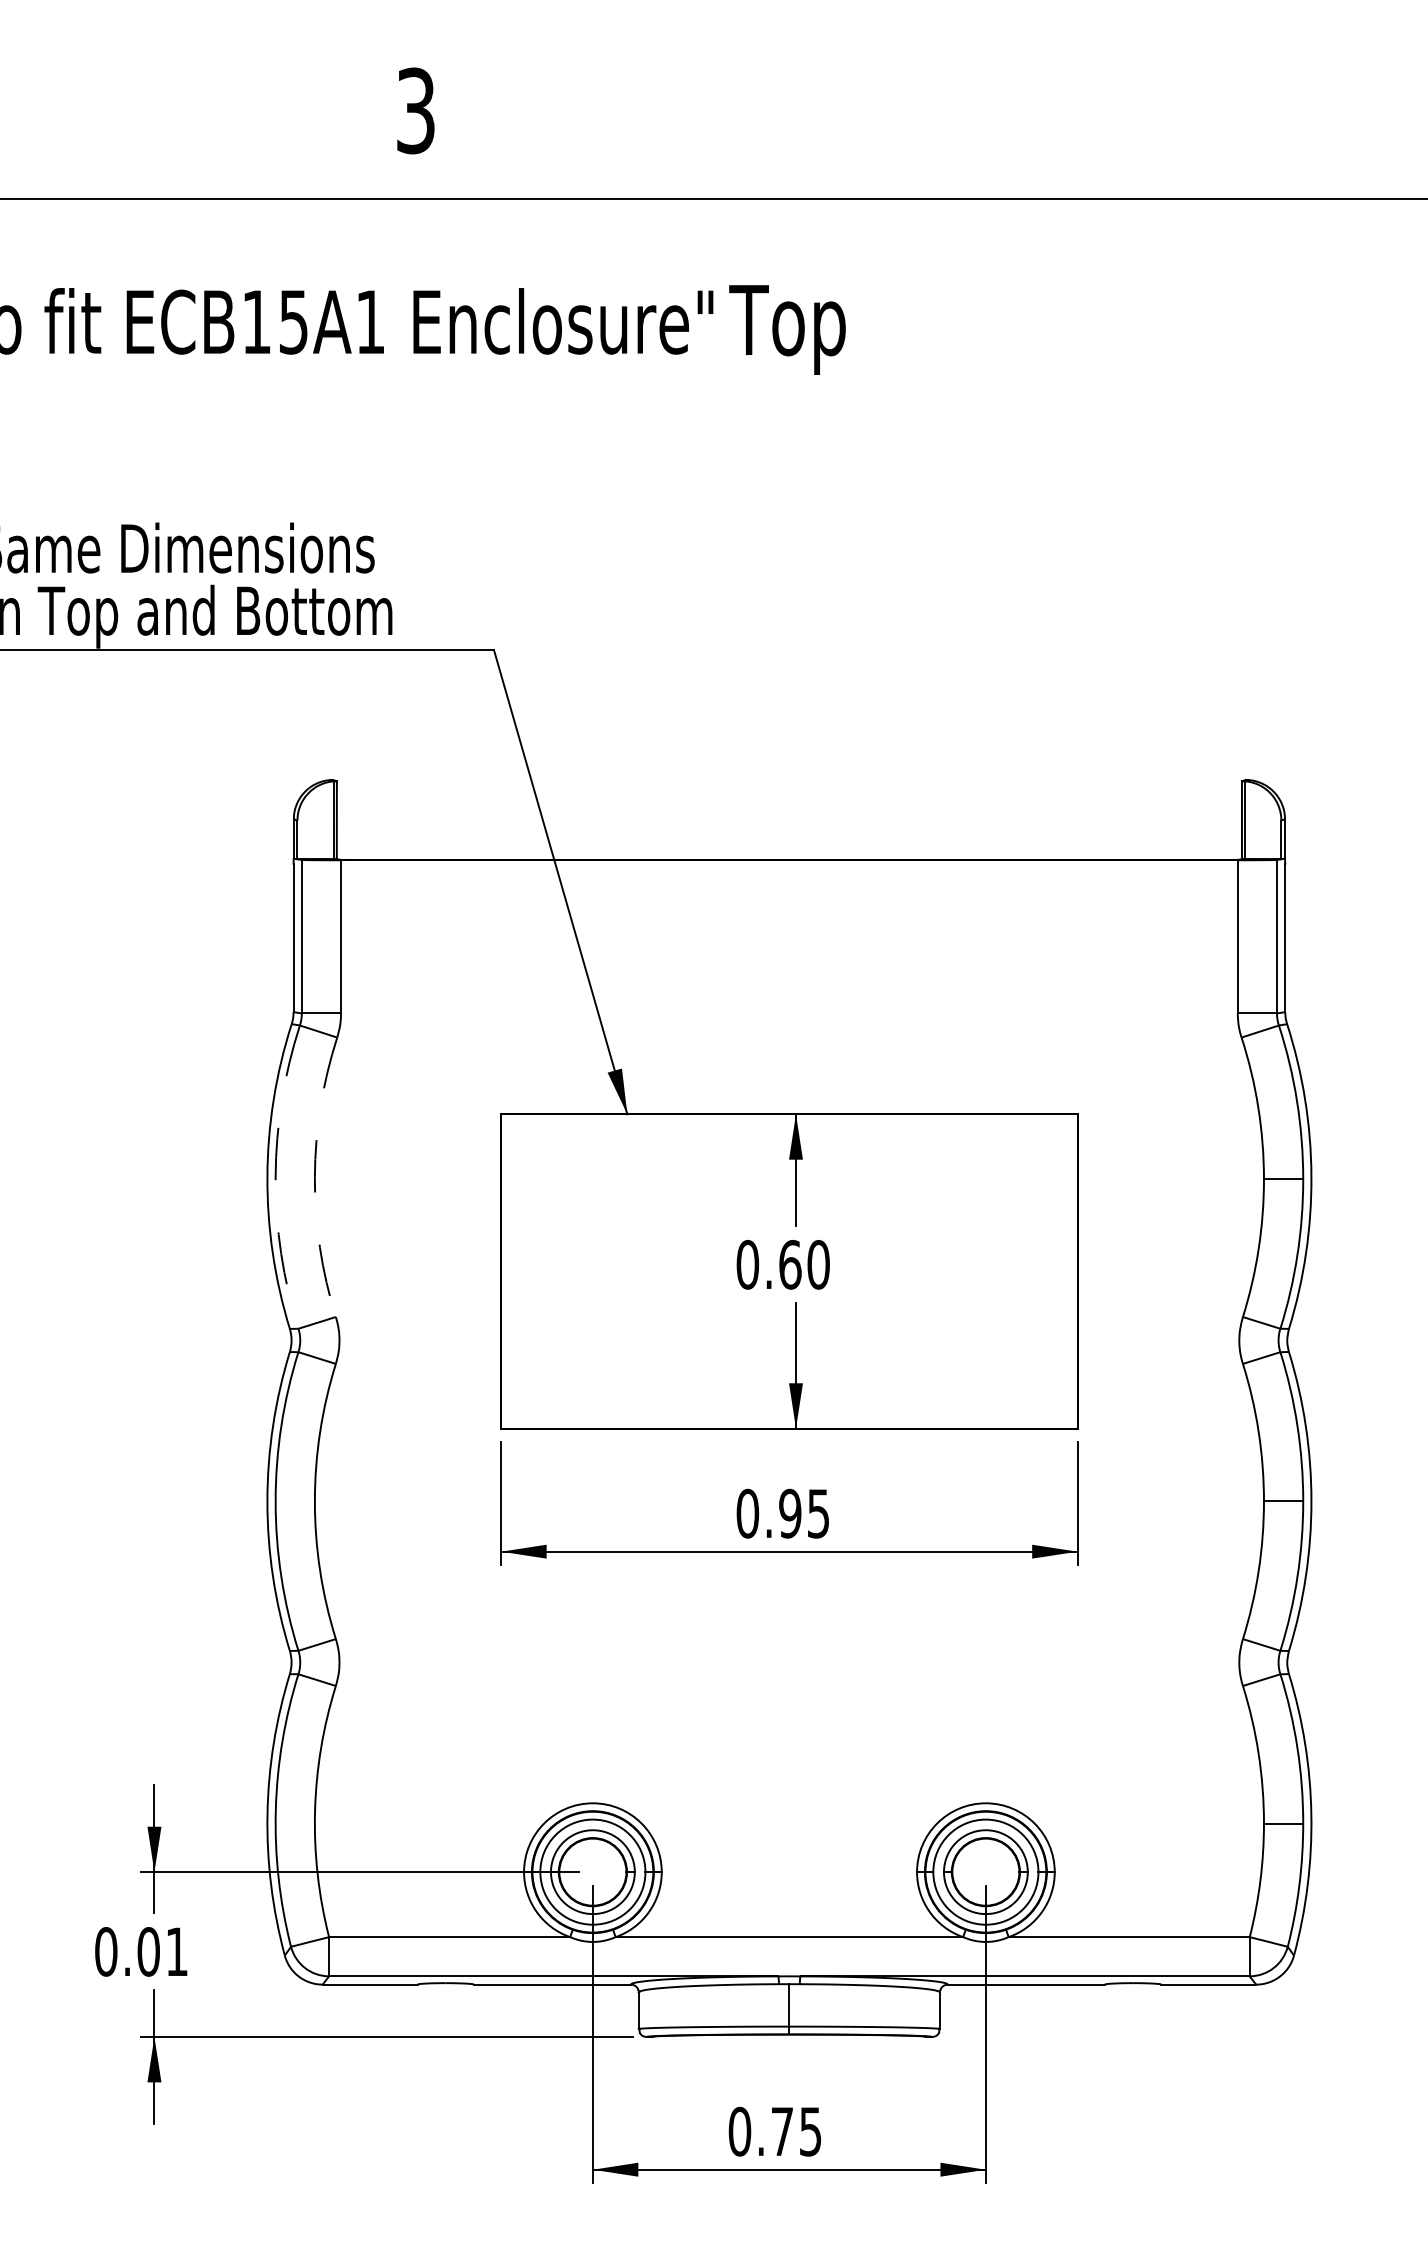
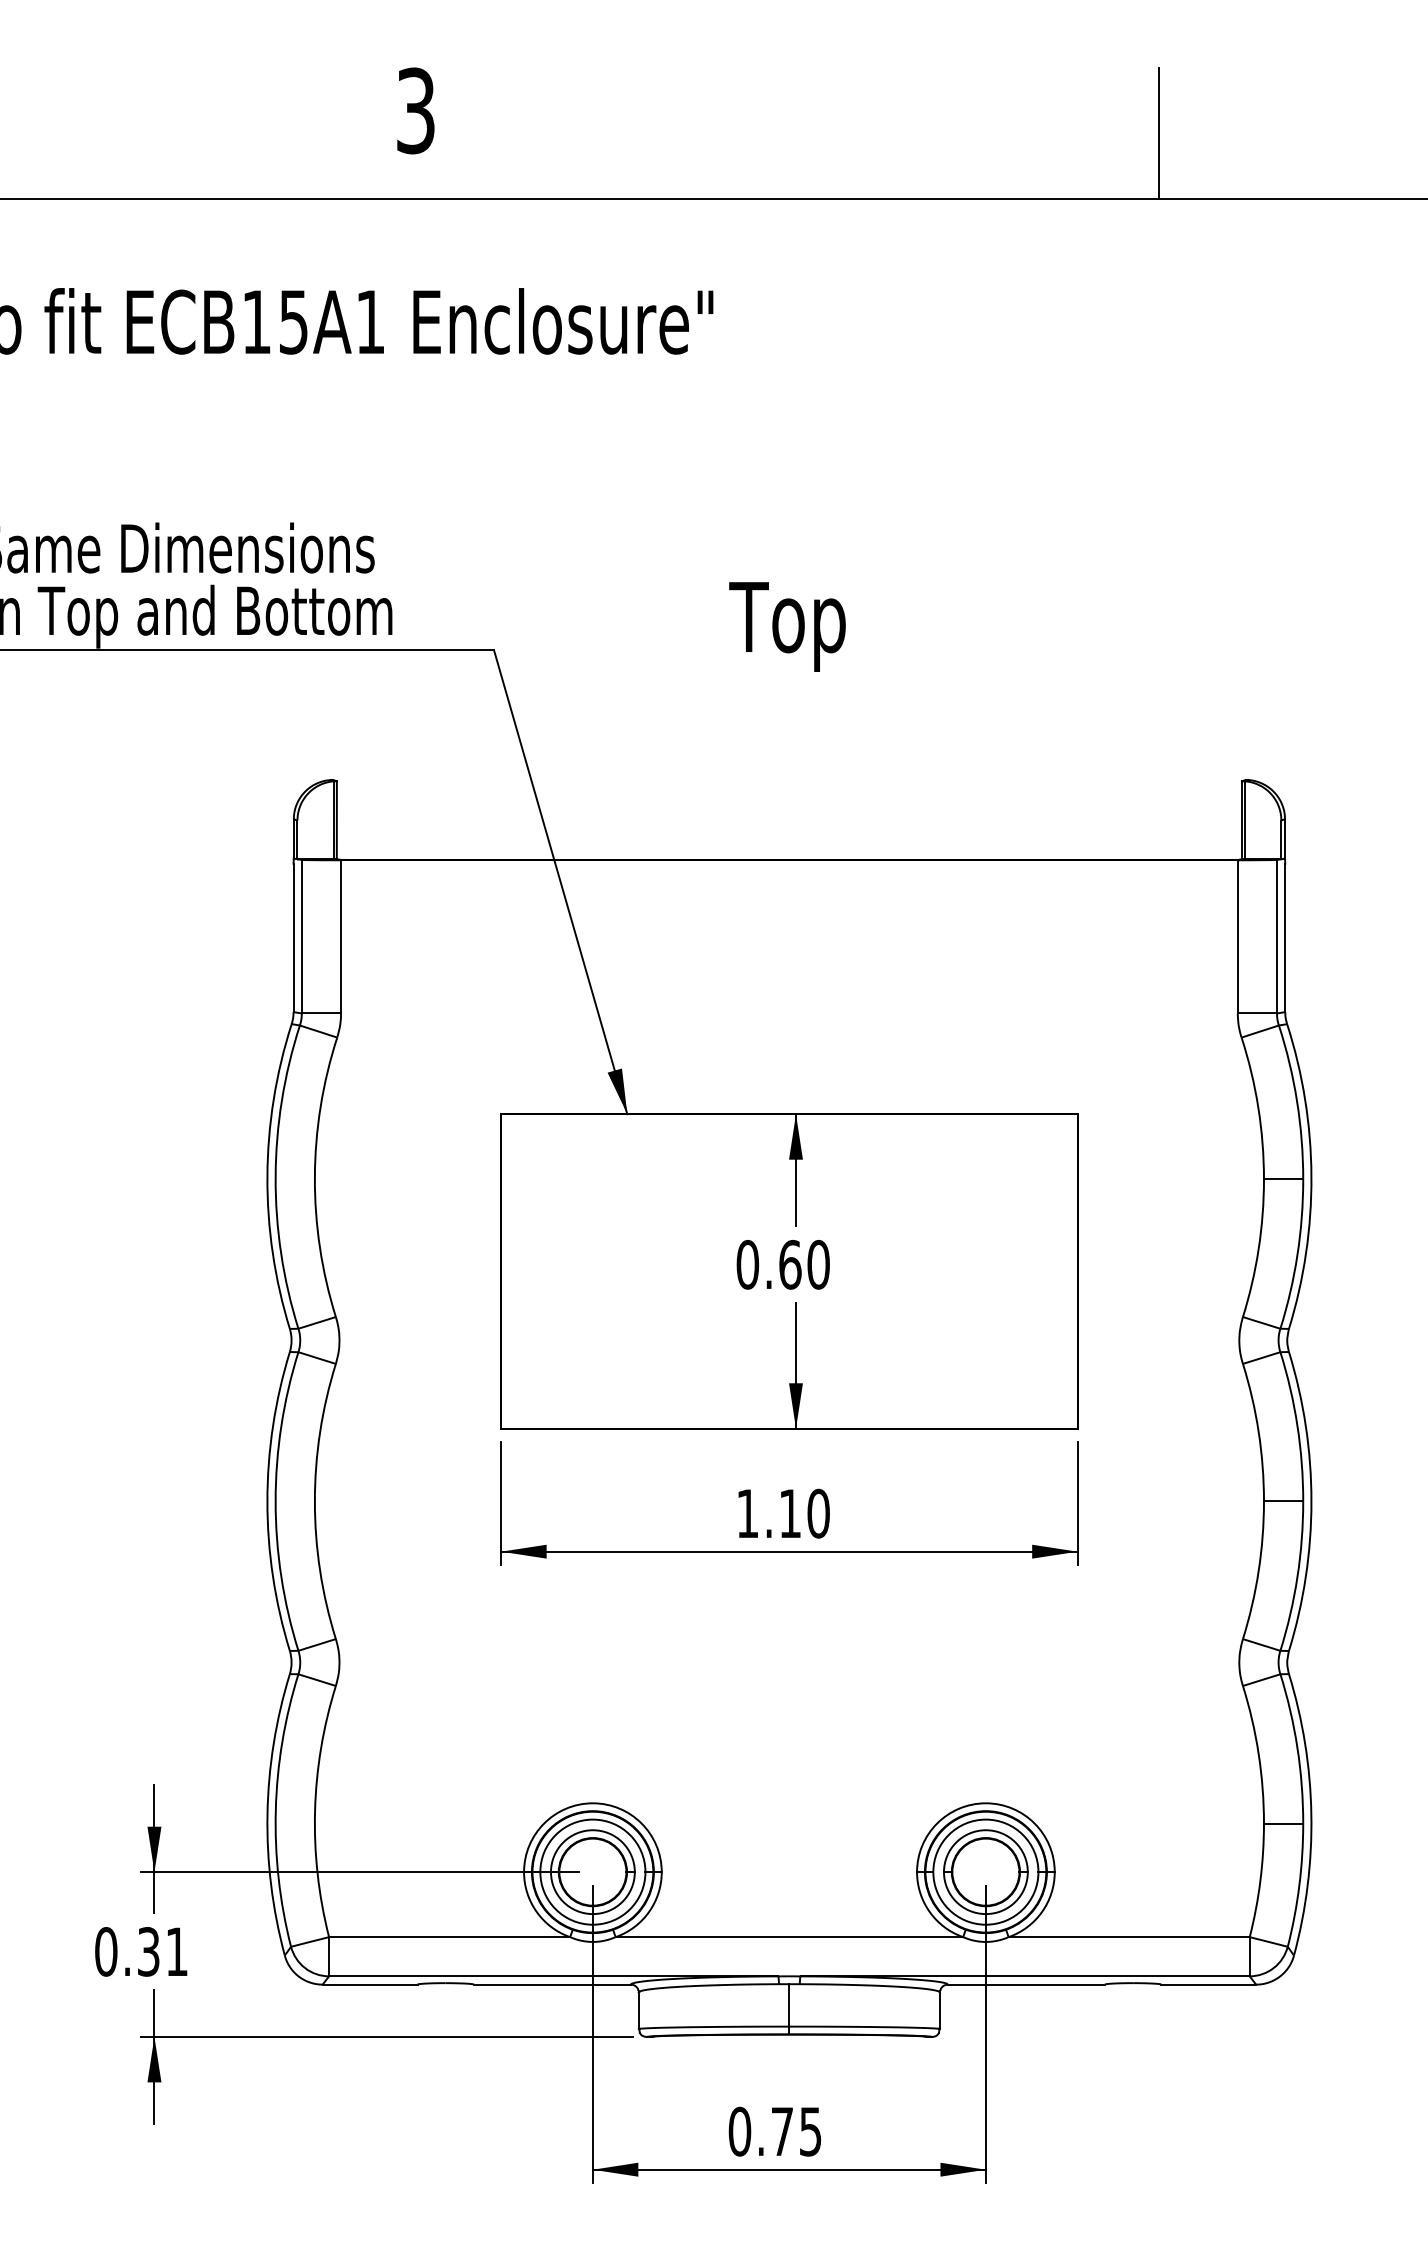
line at (1159, 133): none -> present
text at (787, 329) position: (787, 329) -> (787, 626)
arc at (275, 1177): dashed -> solid
arc at (314, 1177): dashed -> solid
text at (782, 1513): 0.95 -> 1.10
text at (148, 1951): 0.01 -> 0.31
